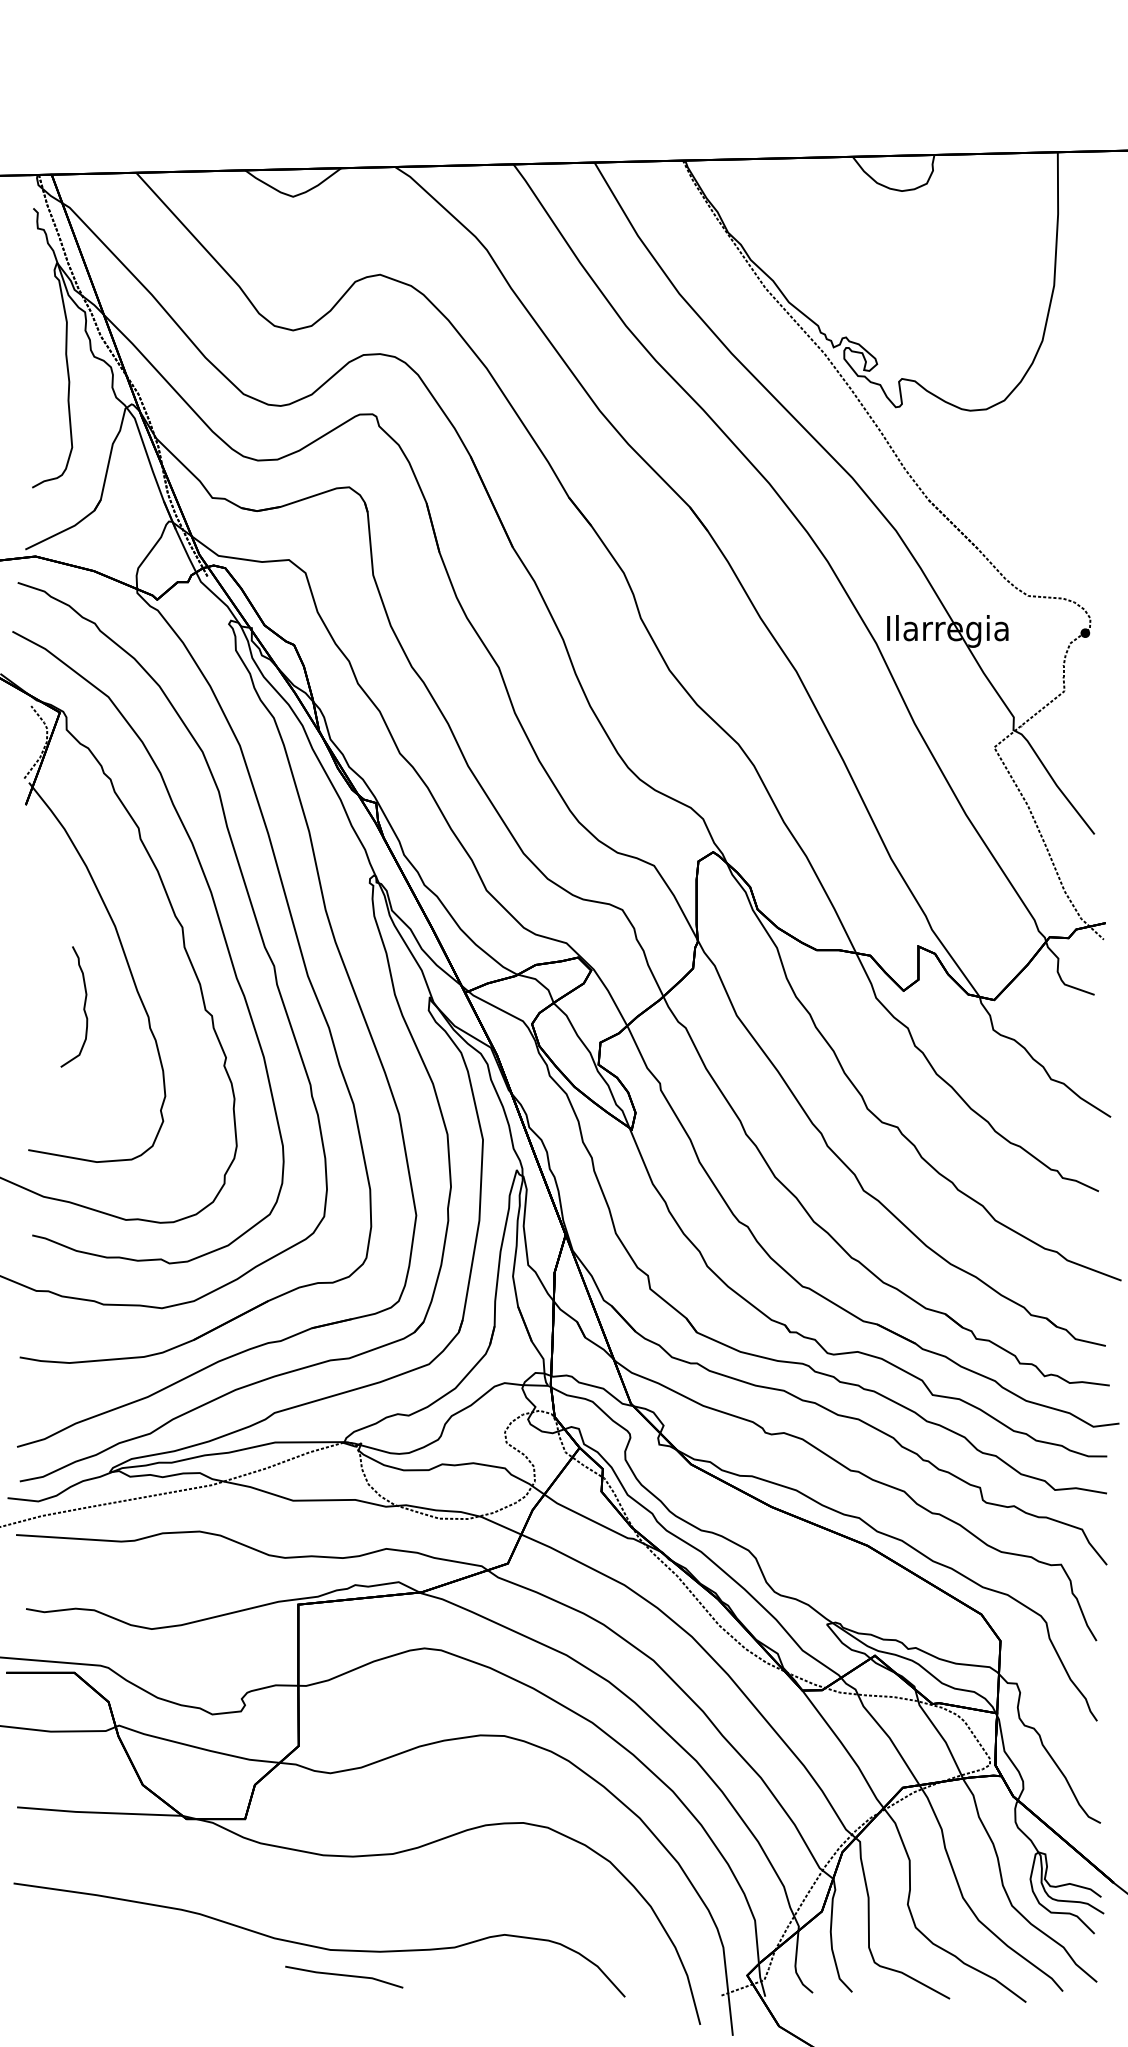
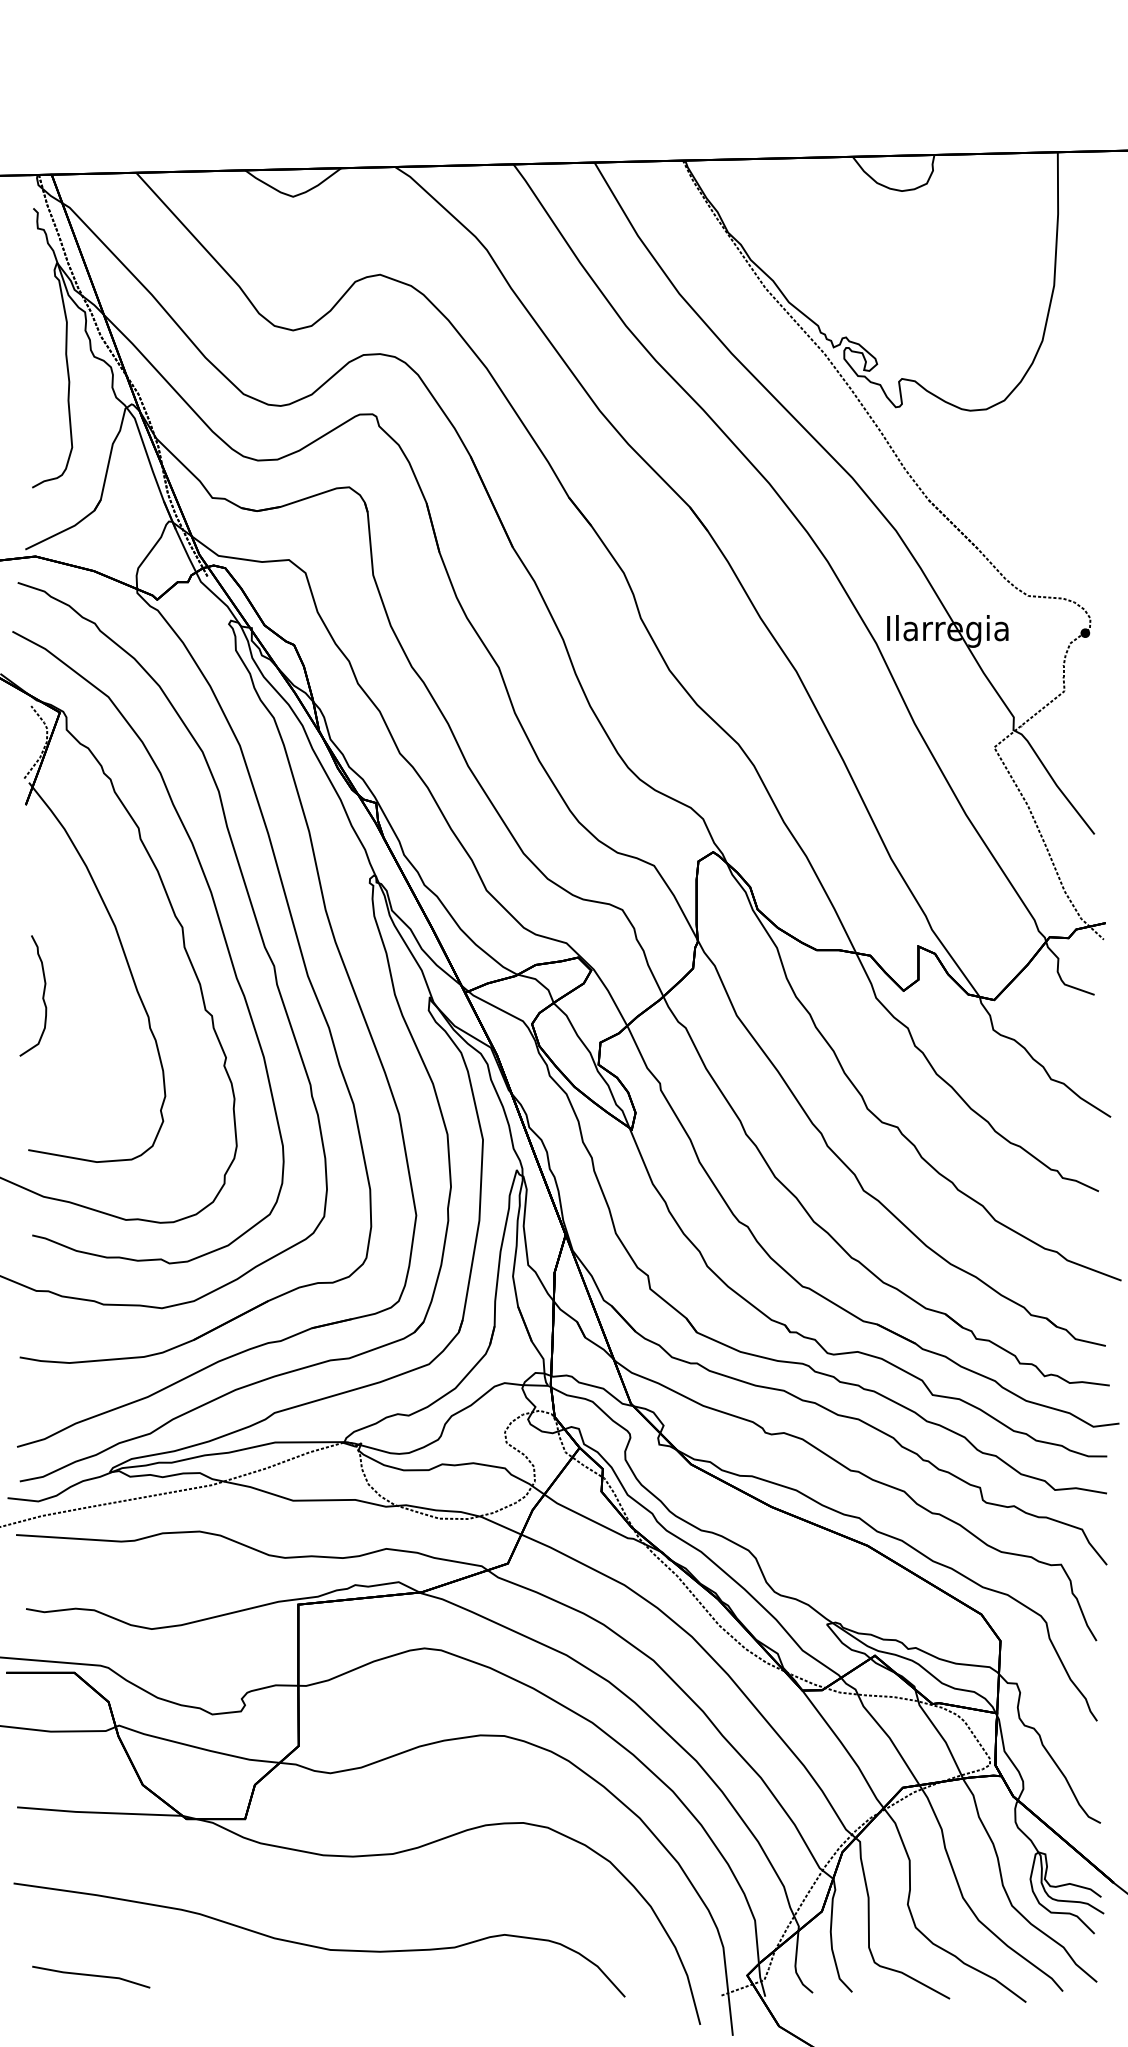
curve at (83, 1006) position: (83, 1006) -> (42, 995)
line at (344, 1976) position: (344, 1976) -> (91, 1976)
